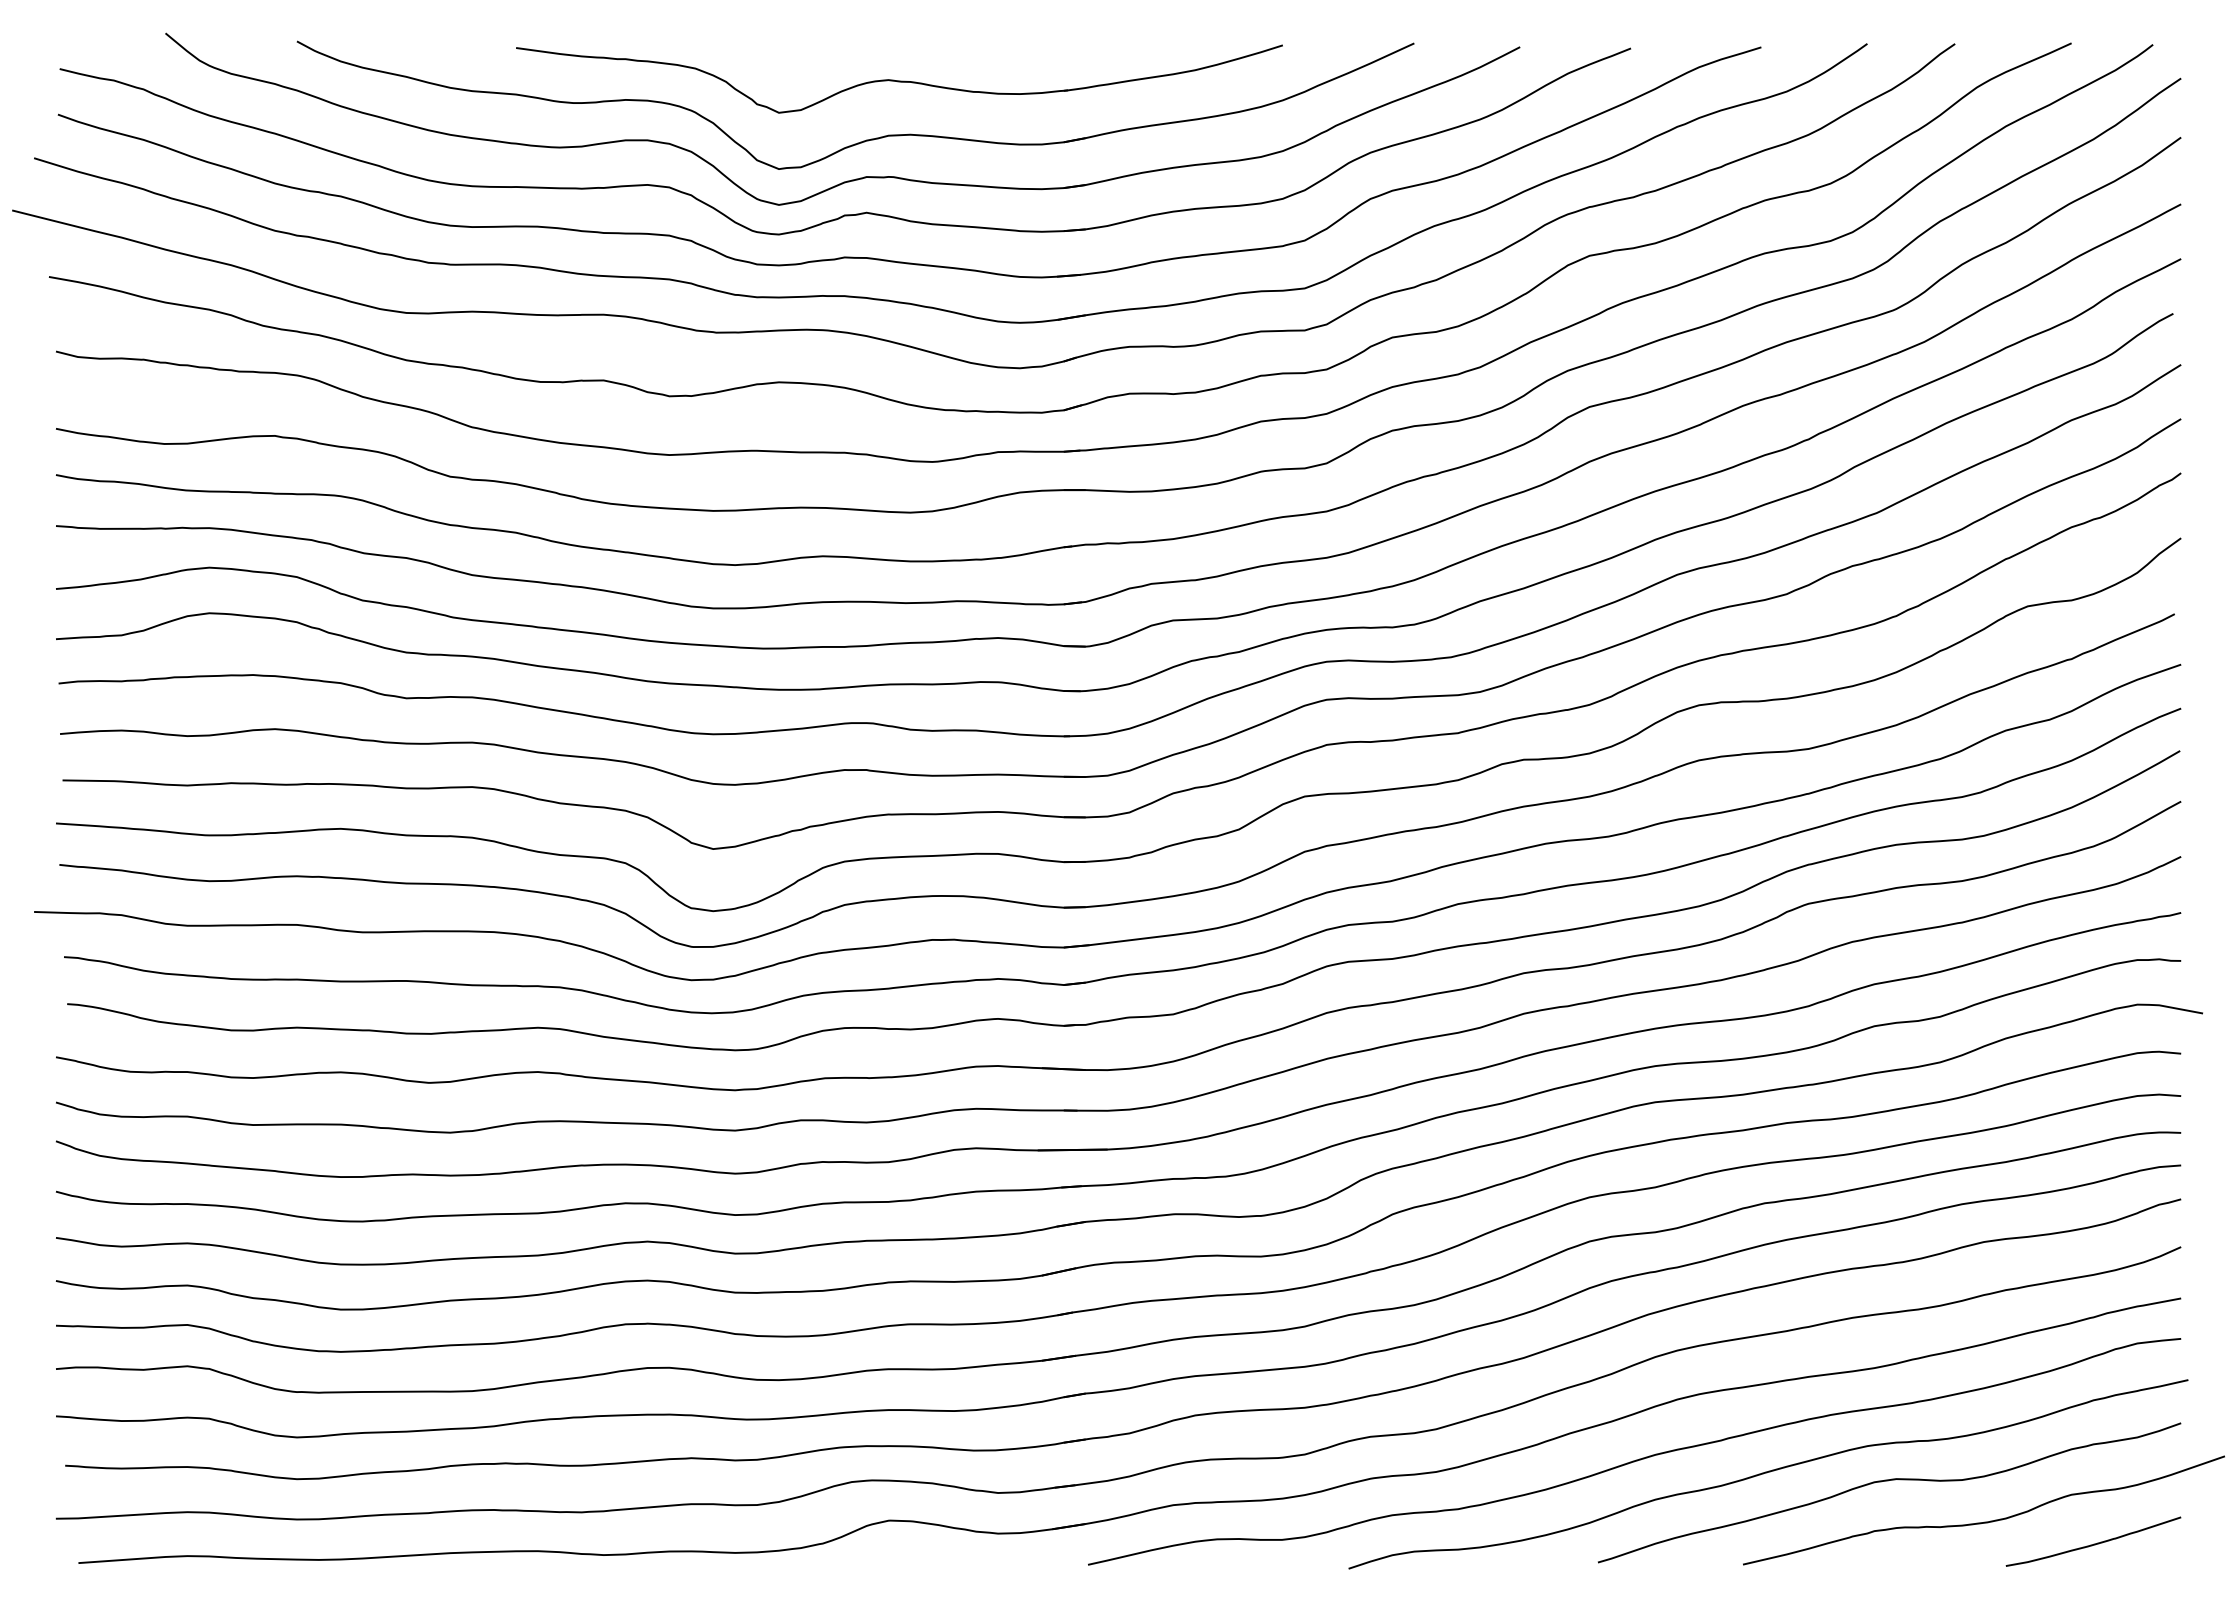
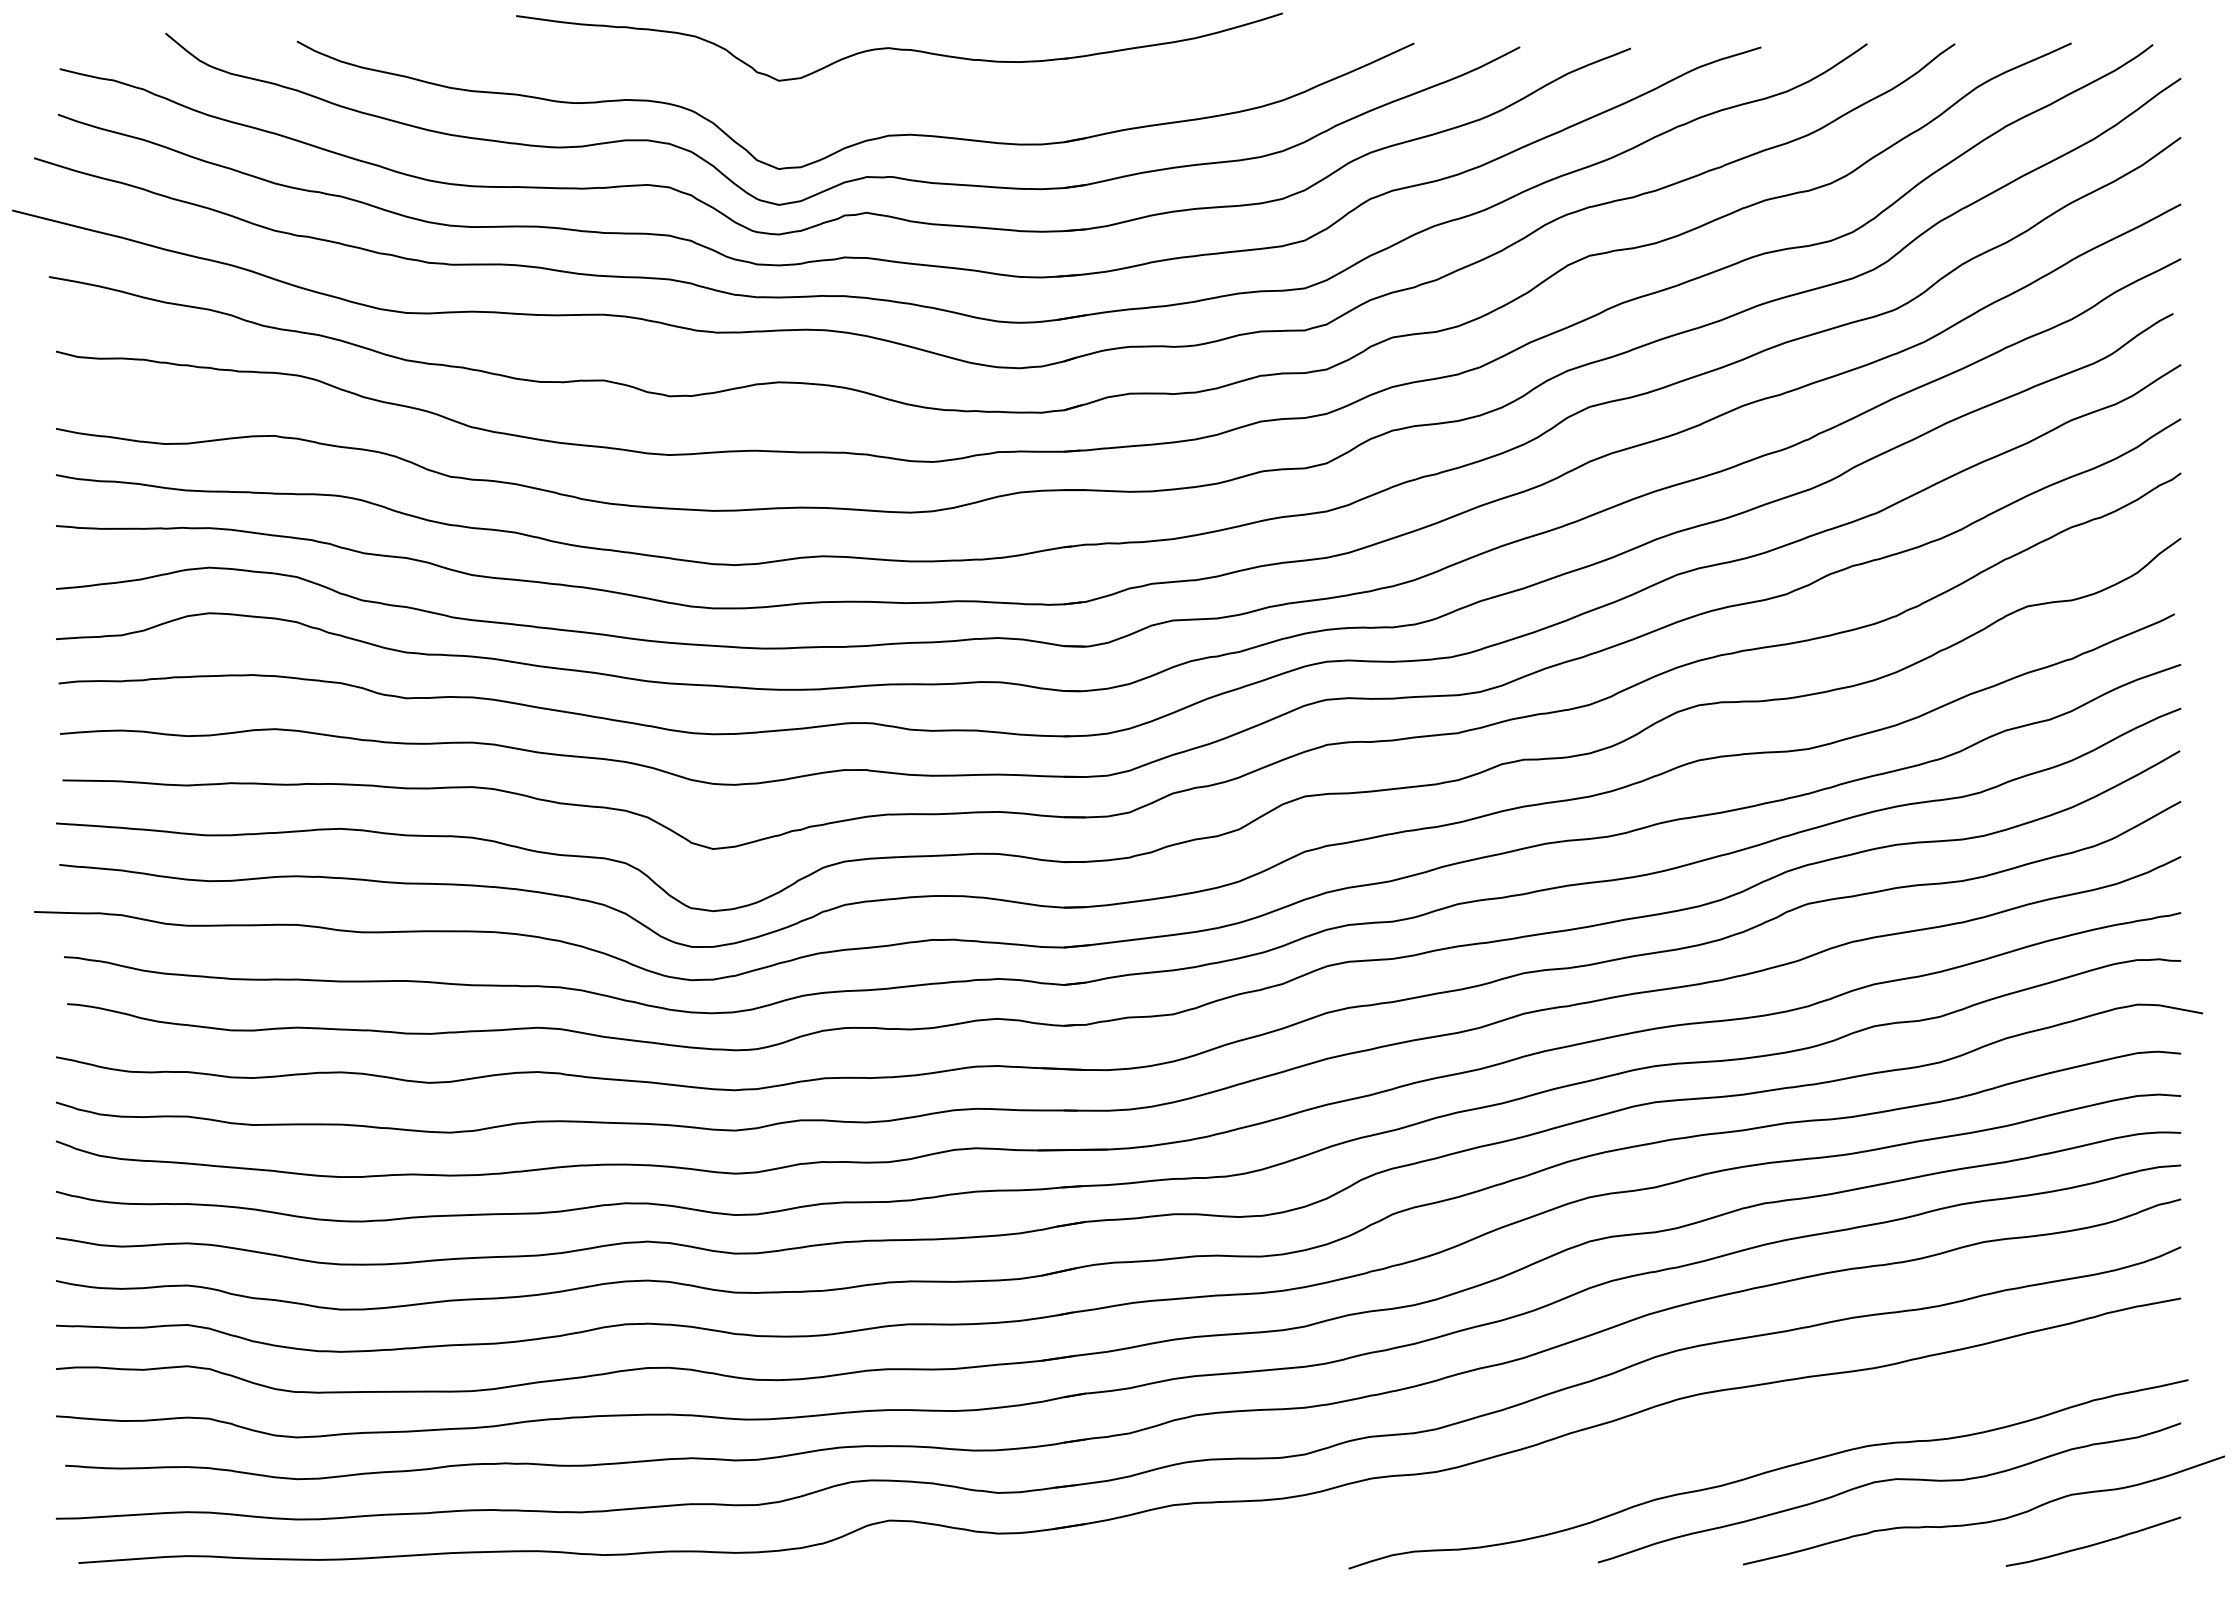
part at (899, 78) position: (899, 78) -> (899, 46)
curve at (1636, 1459): present -> none
